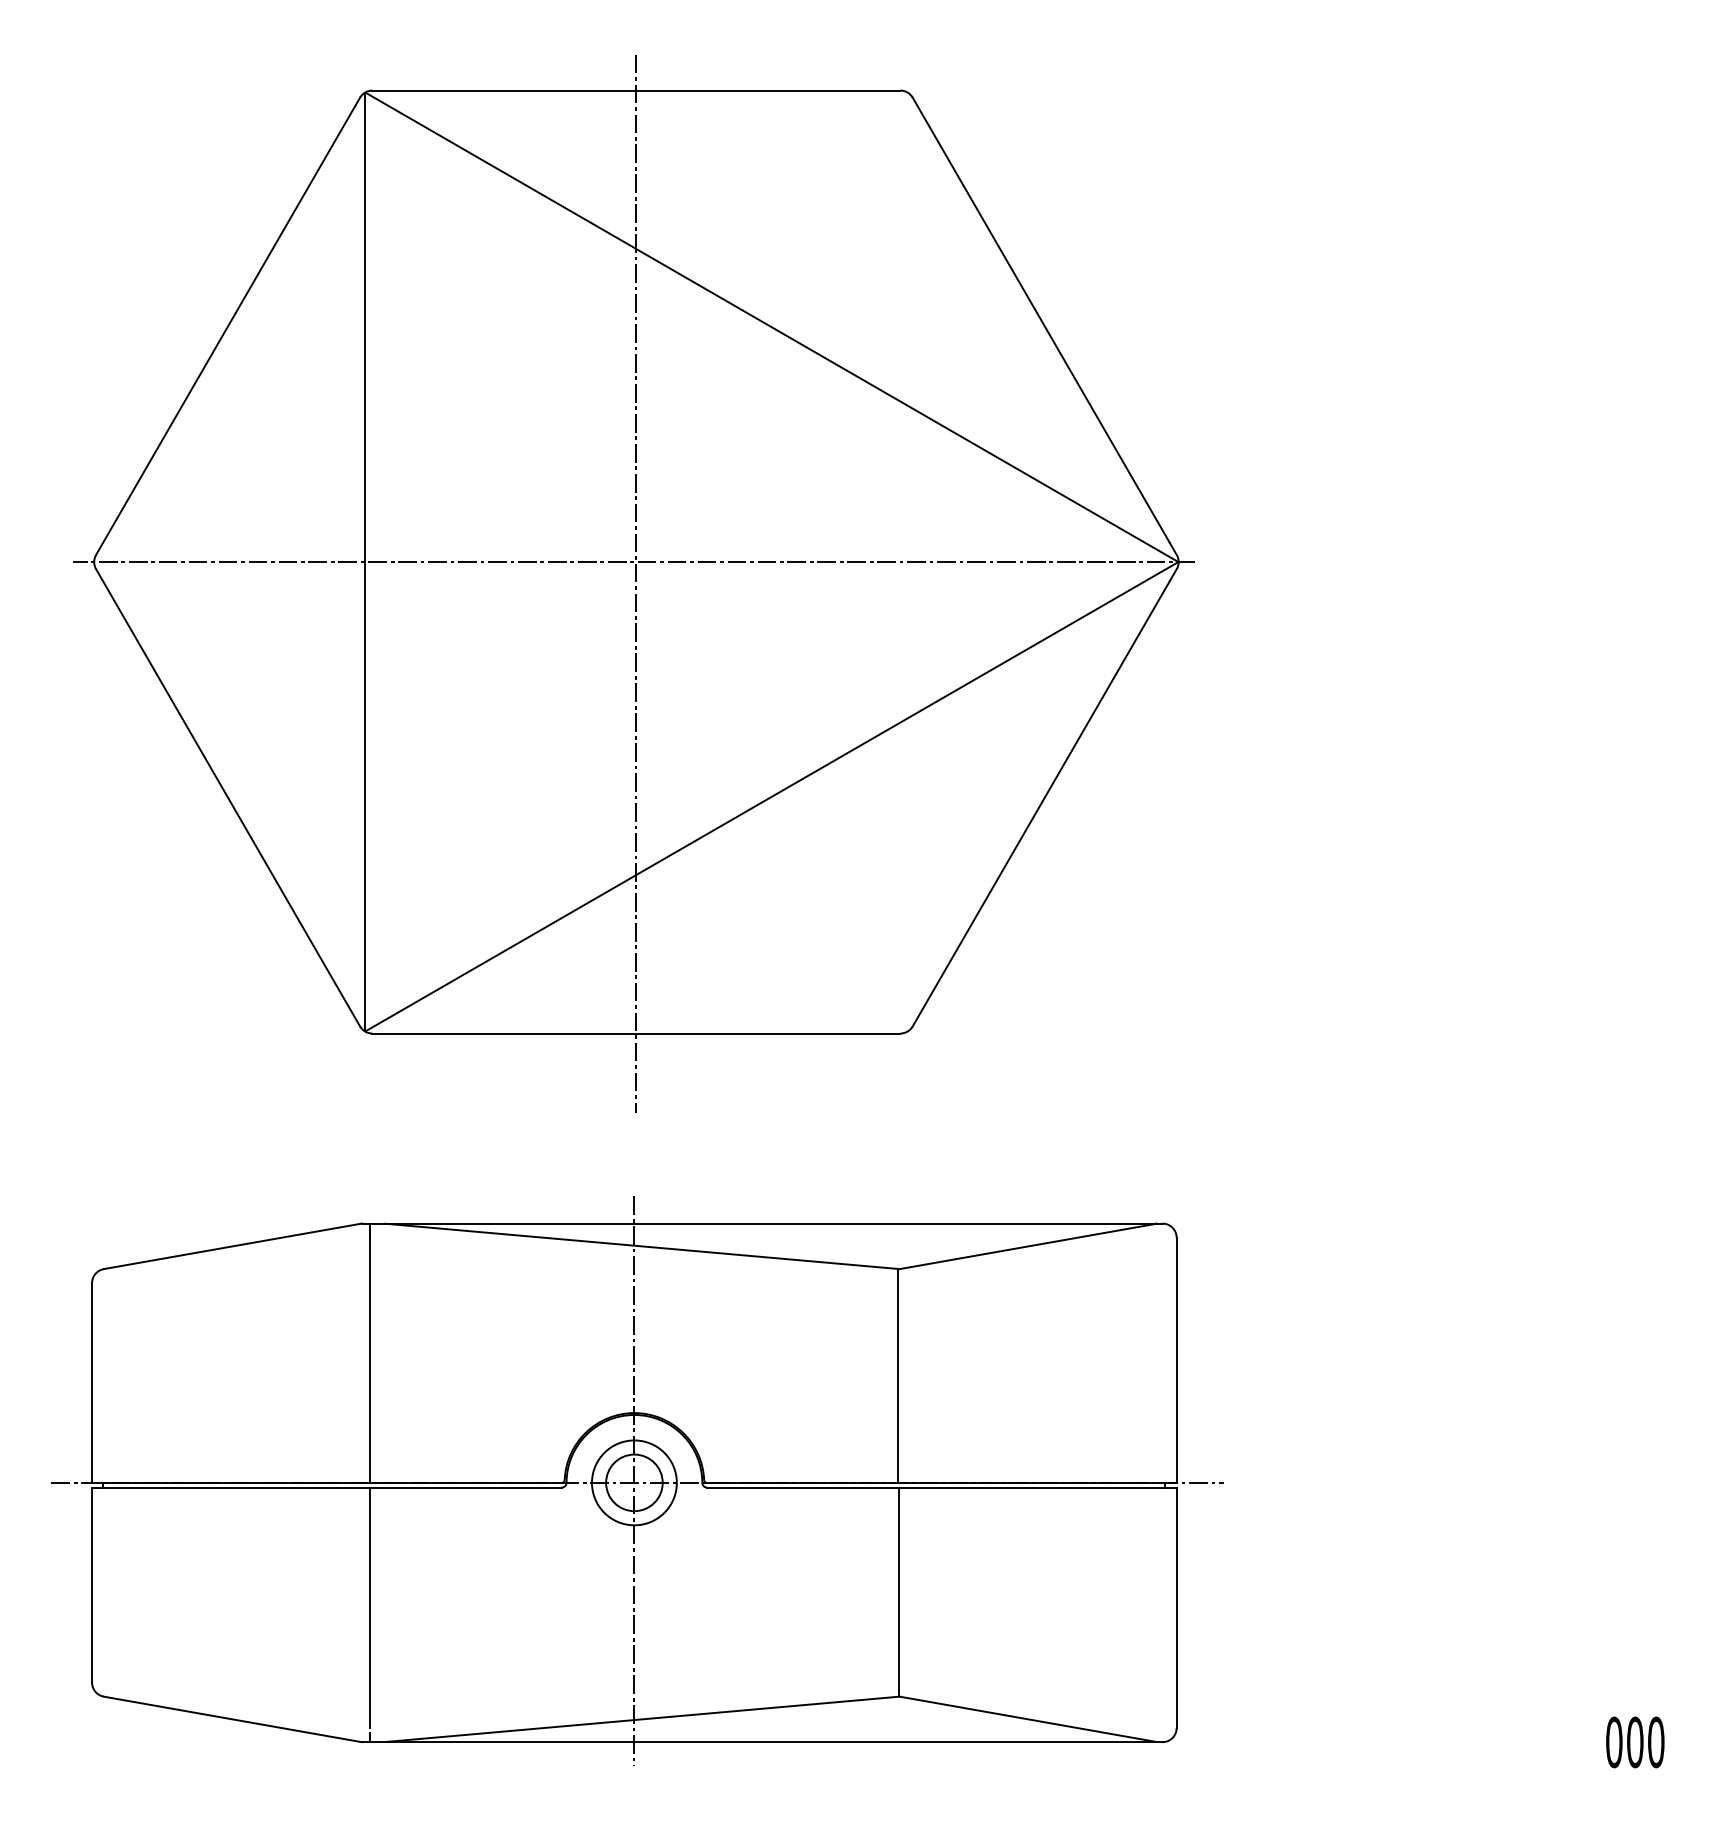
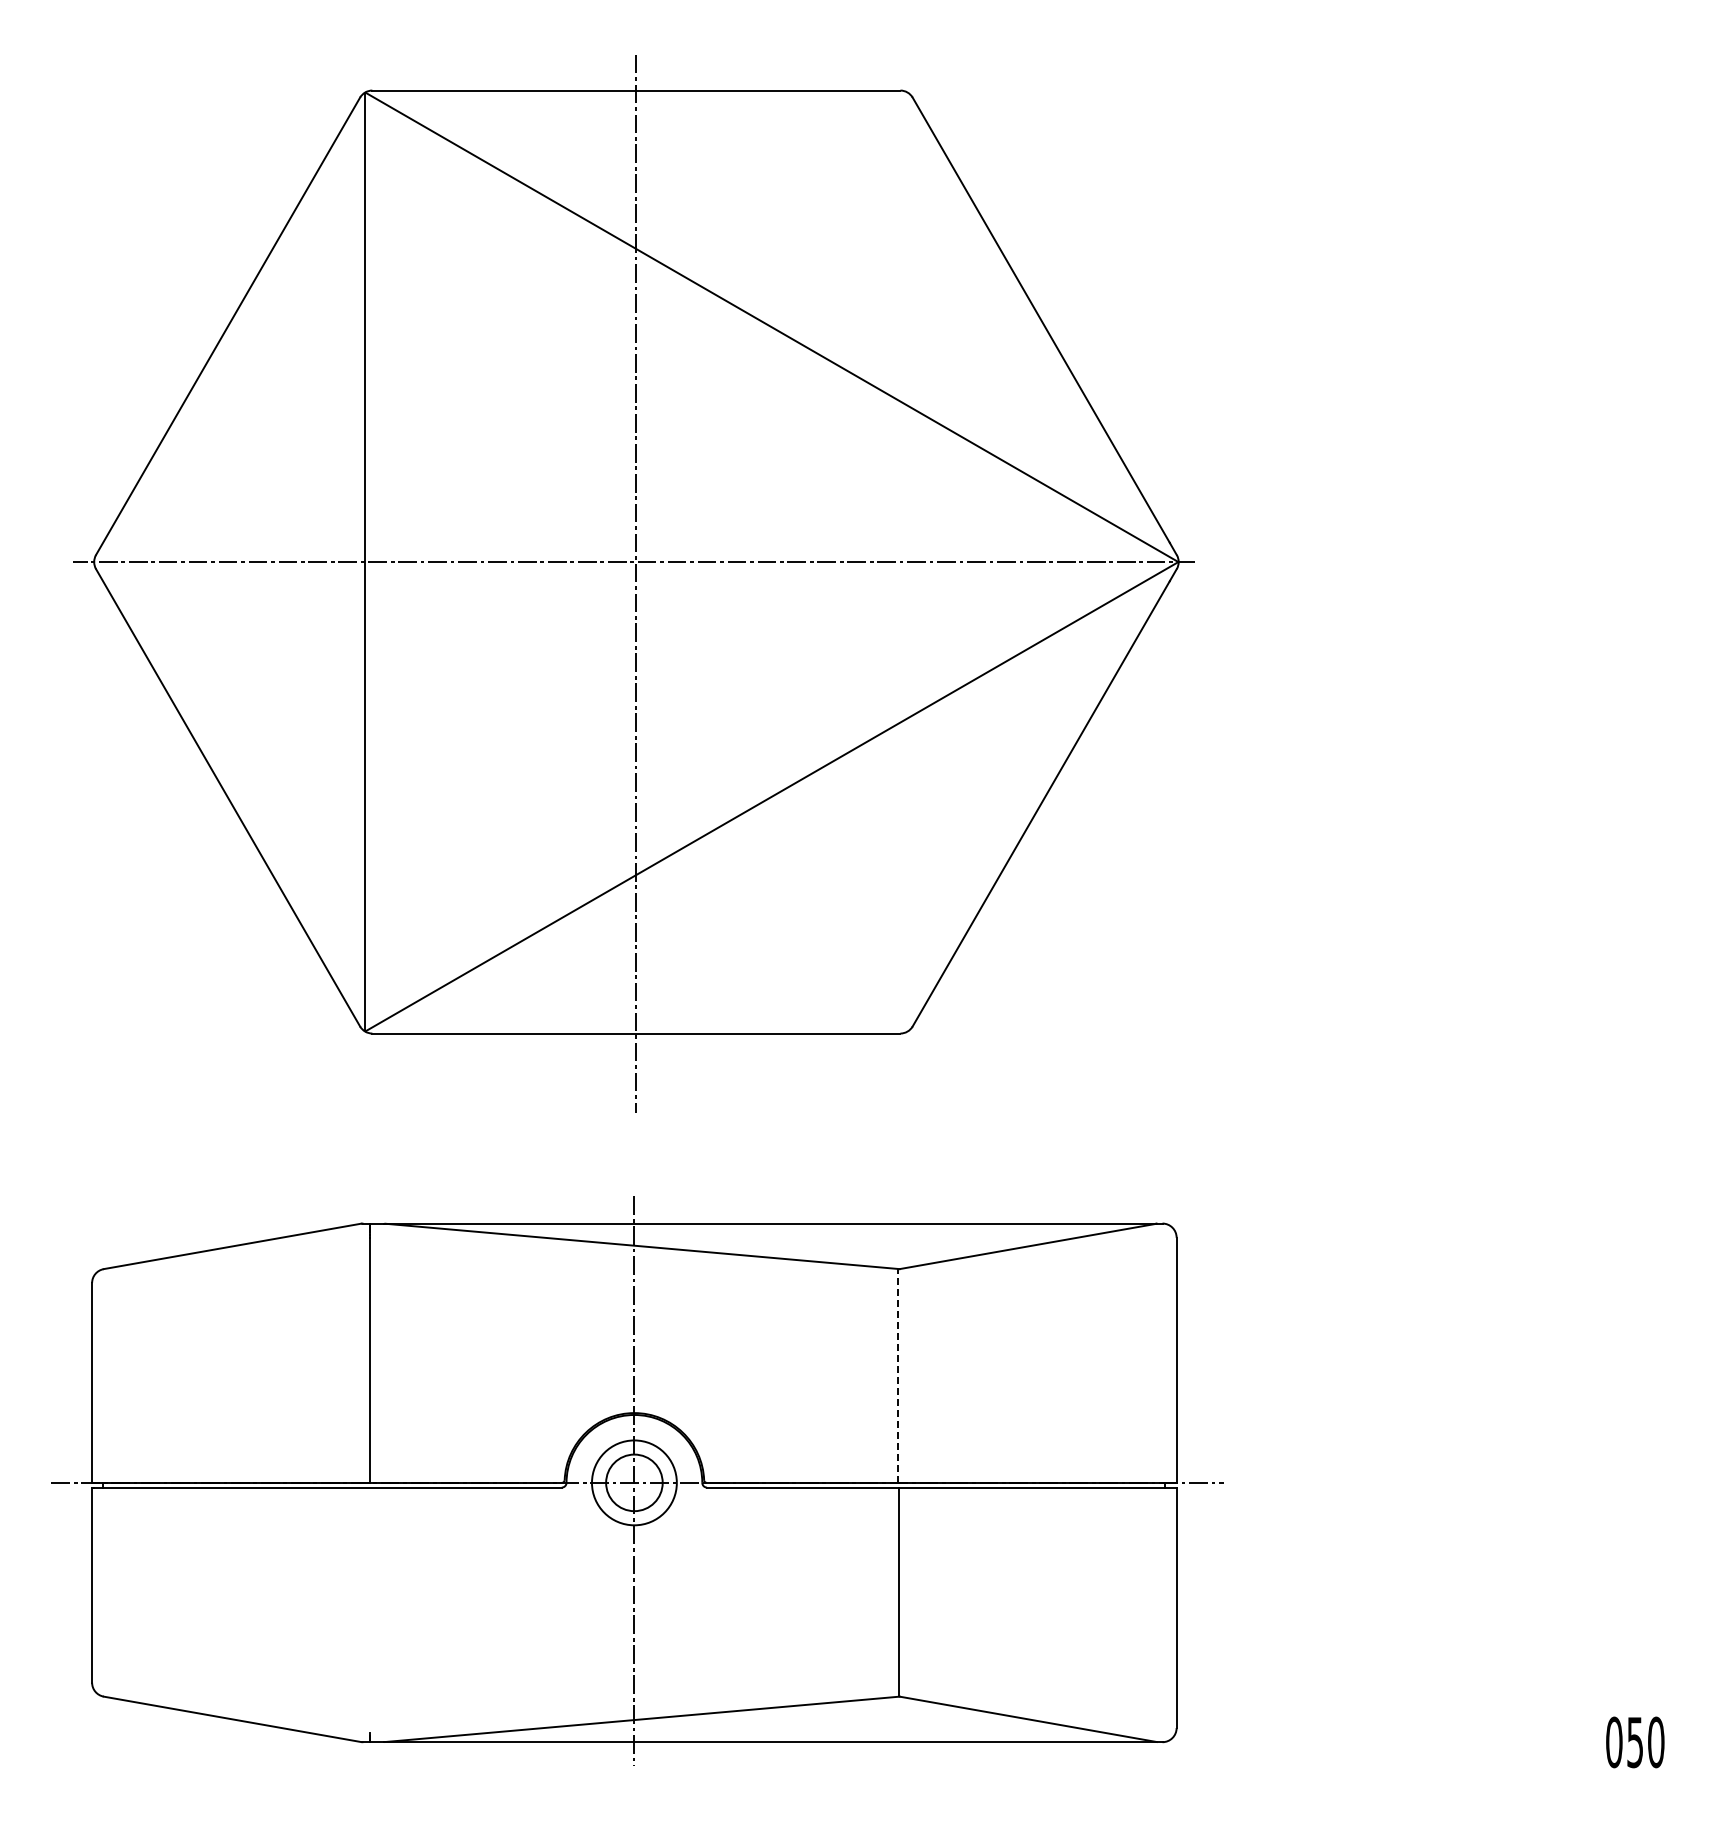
line at (898, 1376): solid -> dashed
line at (370, 1607): present -> none
text at (1635, 1742): 000 -> 050
